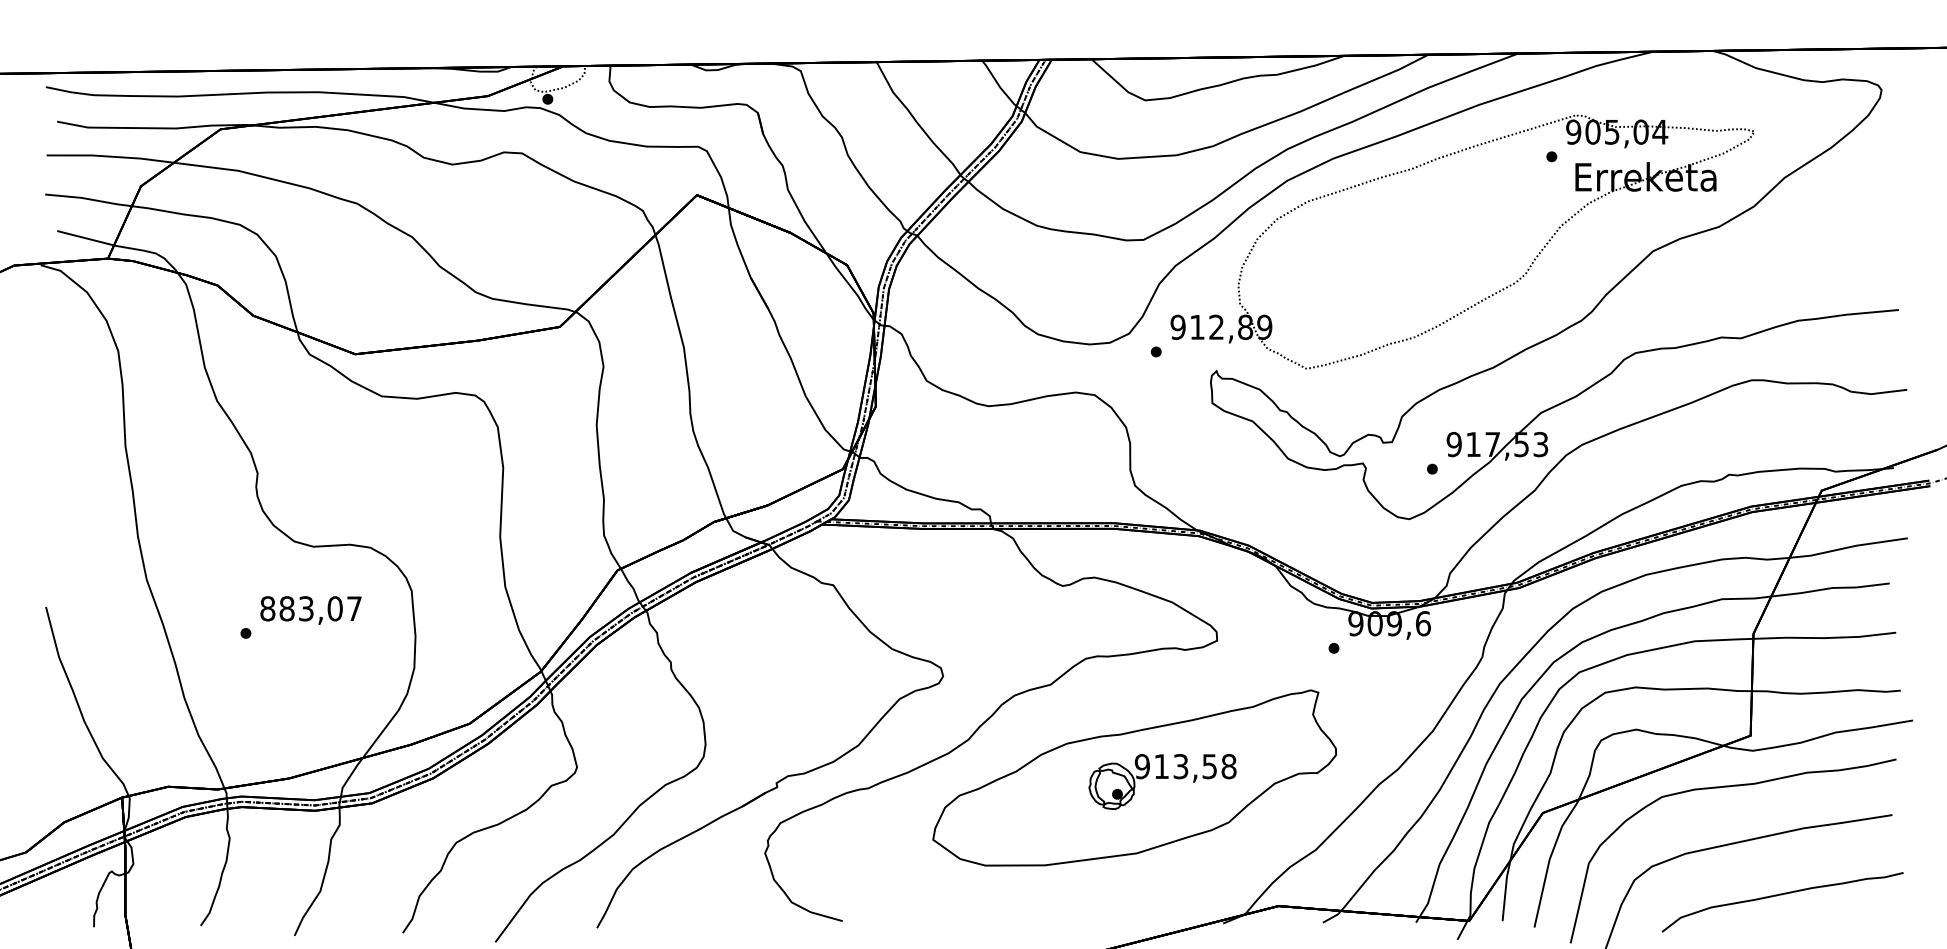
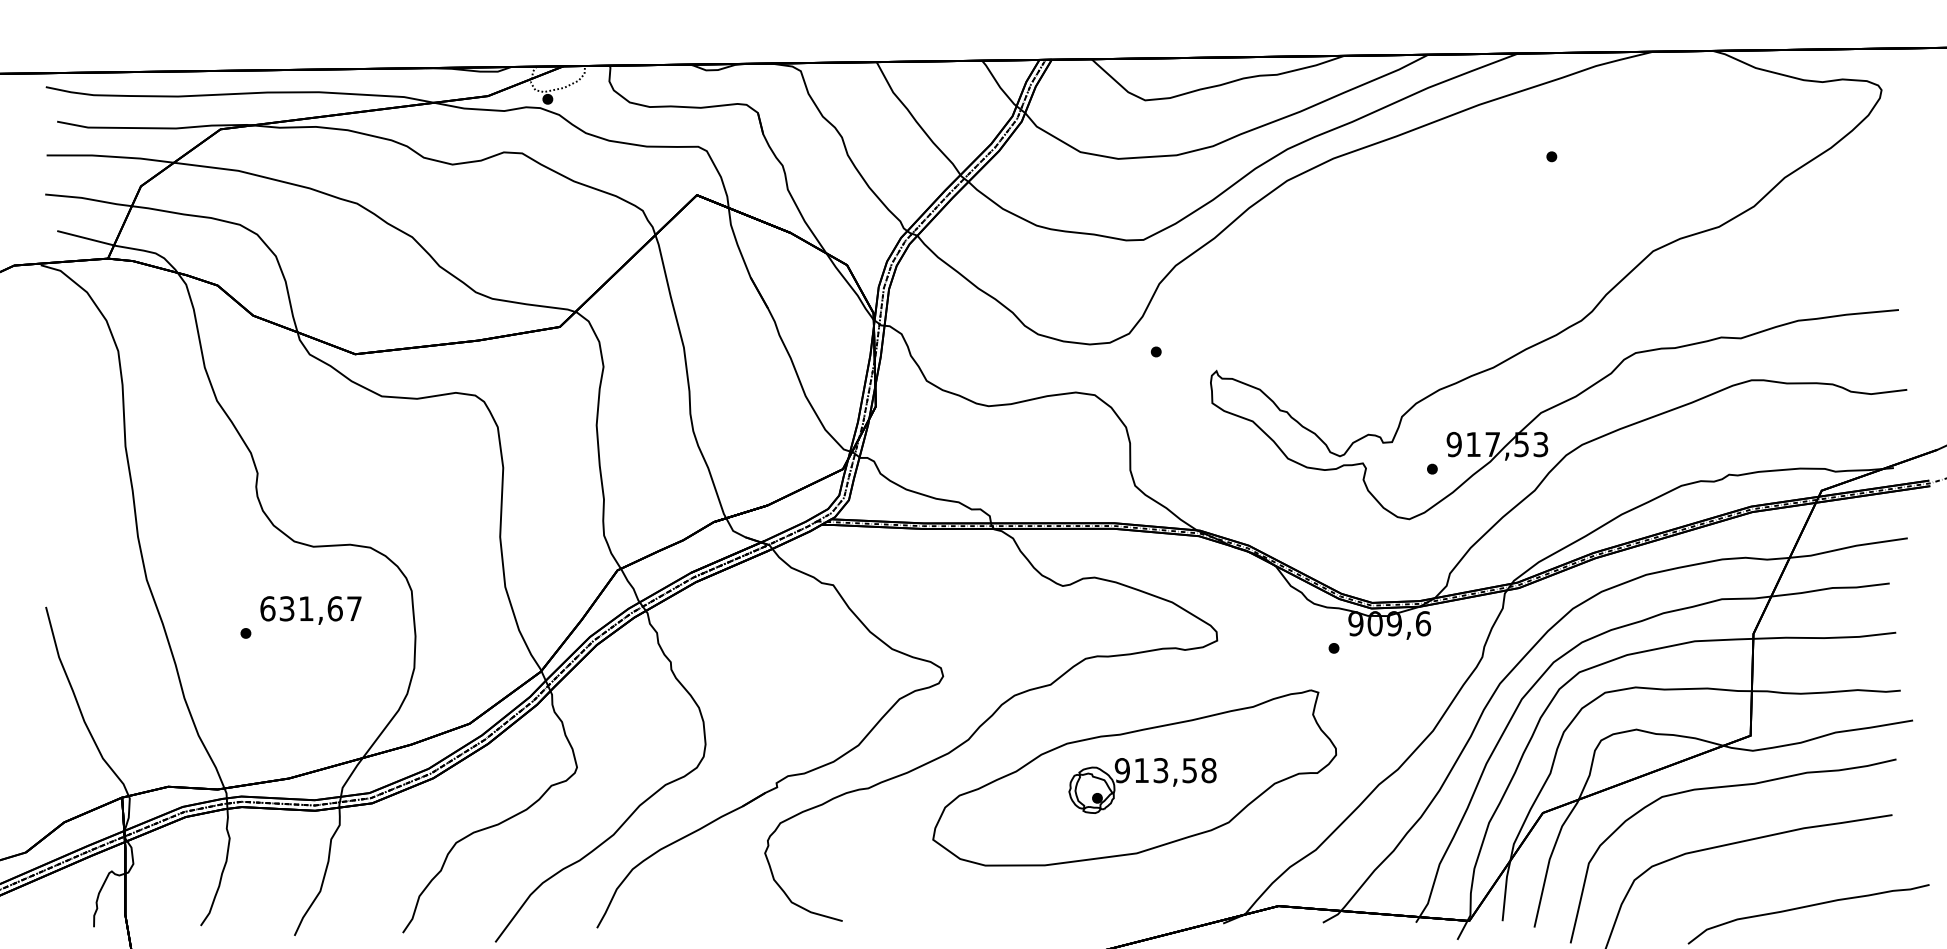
part at (1491, 294): present -> none
text at (301, 608): 883,07 -> 631,67
part at (1162, 781) position: (1162, 781) -> (1142, 785)
curve at (1782, 895) position: (1782, 895) -> (1808, 907)
